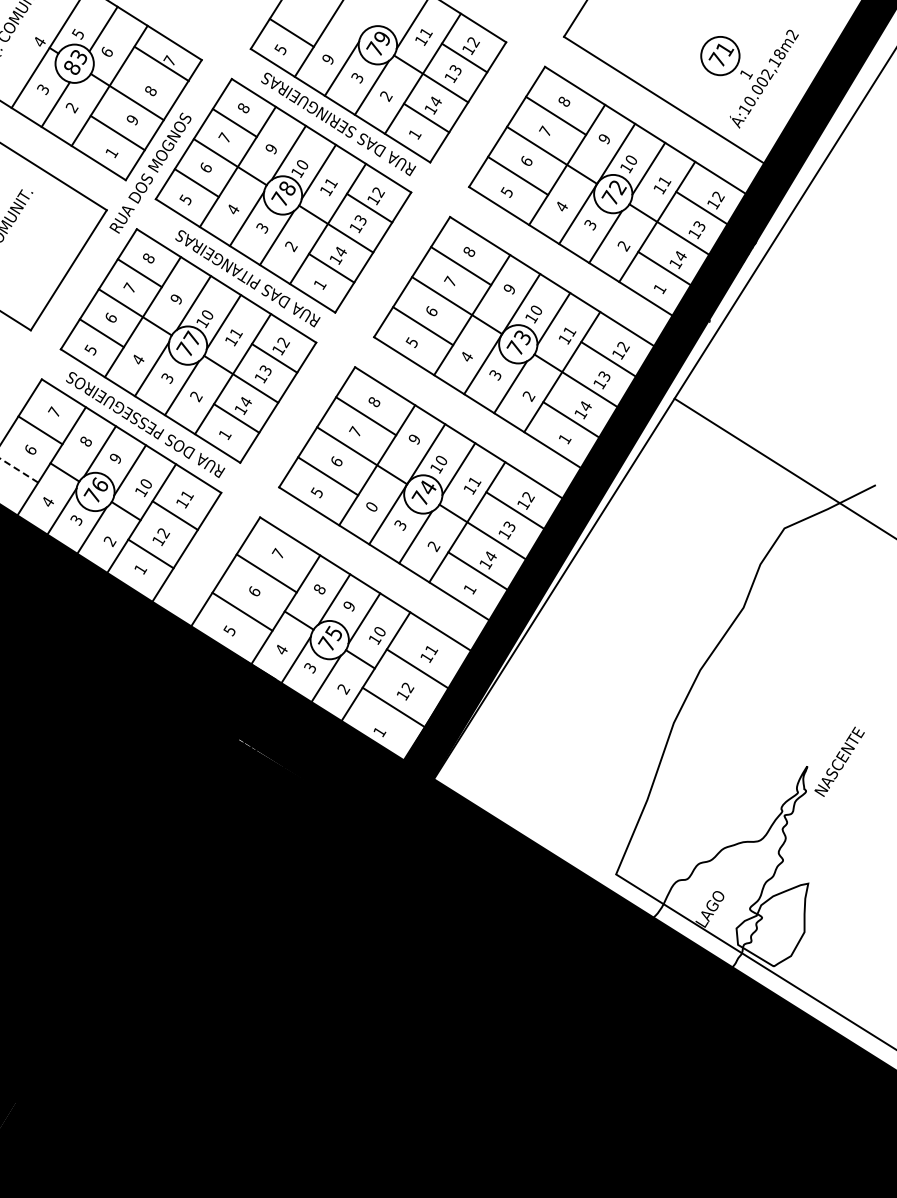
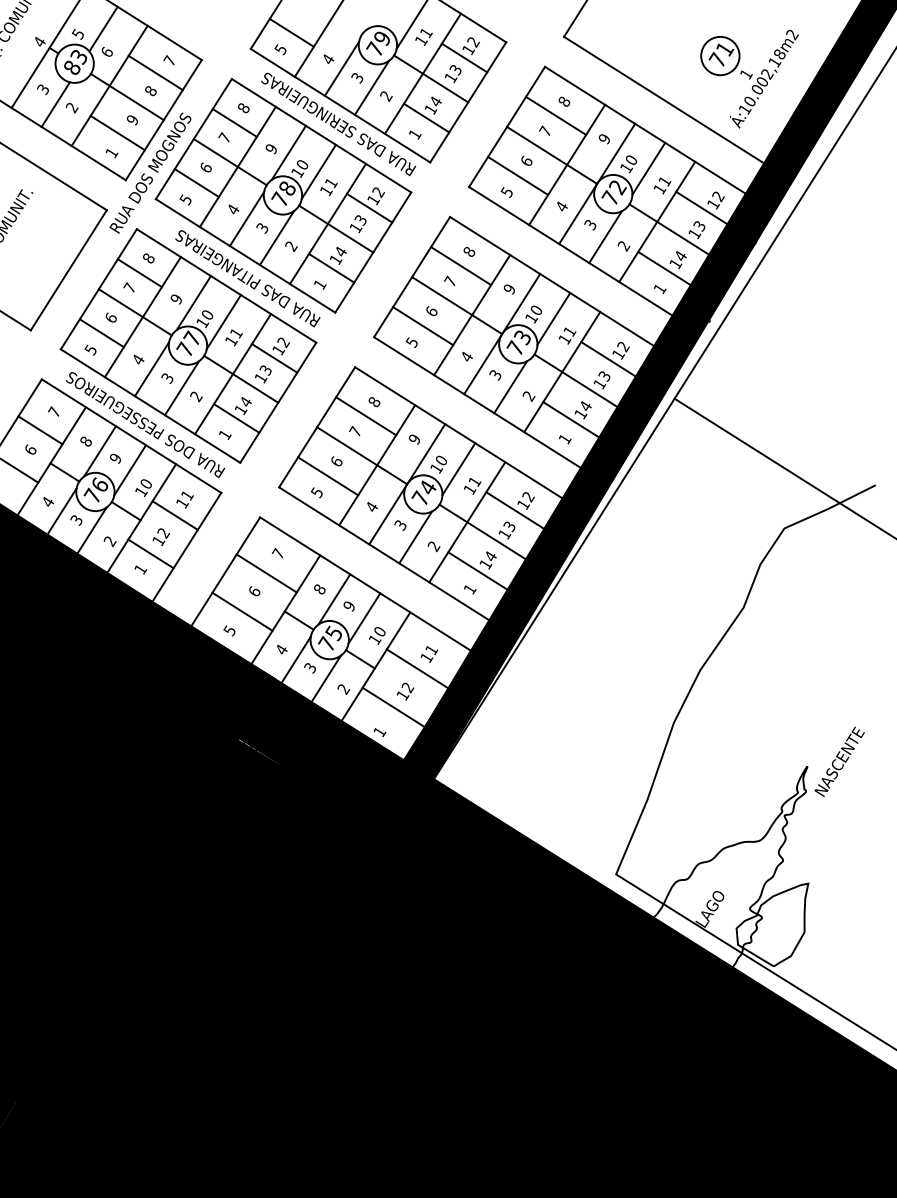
text at (328, 59): 9 -> 4
line at (161, 63) position: (161, 63) -> (155, 72)
line at (19, 470): dashed -> solid
text at (371, 506): 0 -> 4
